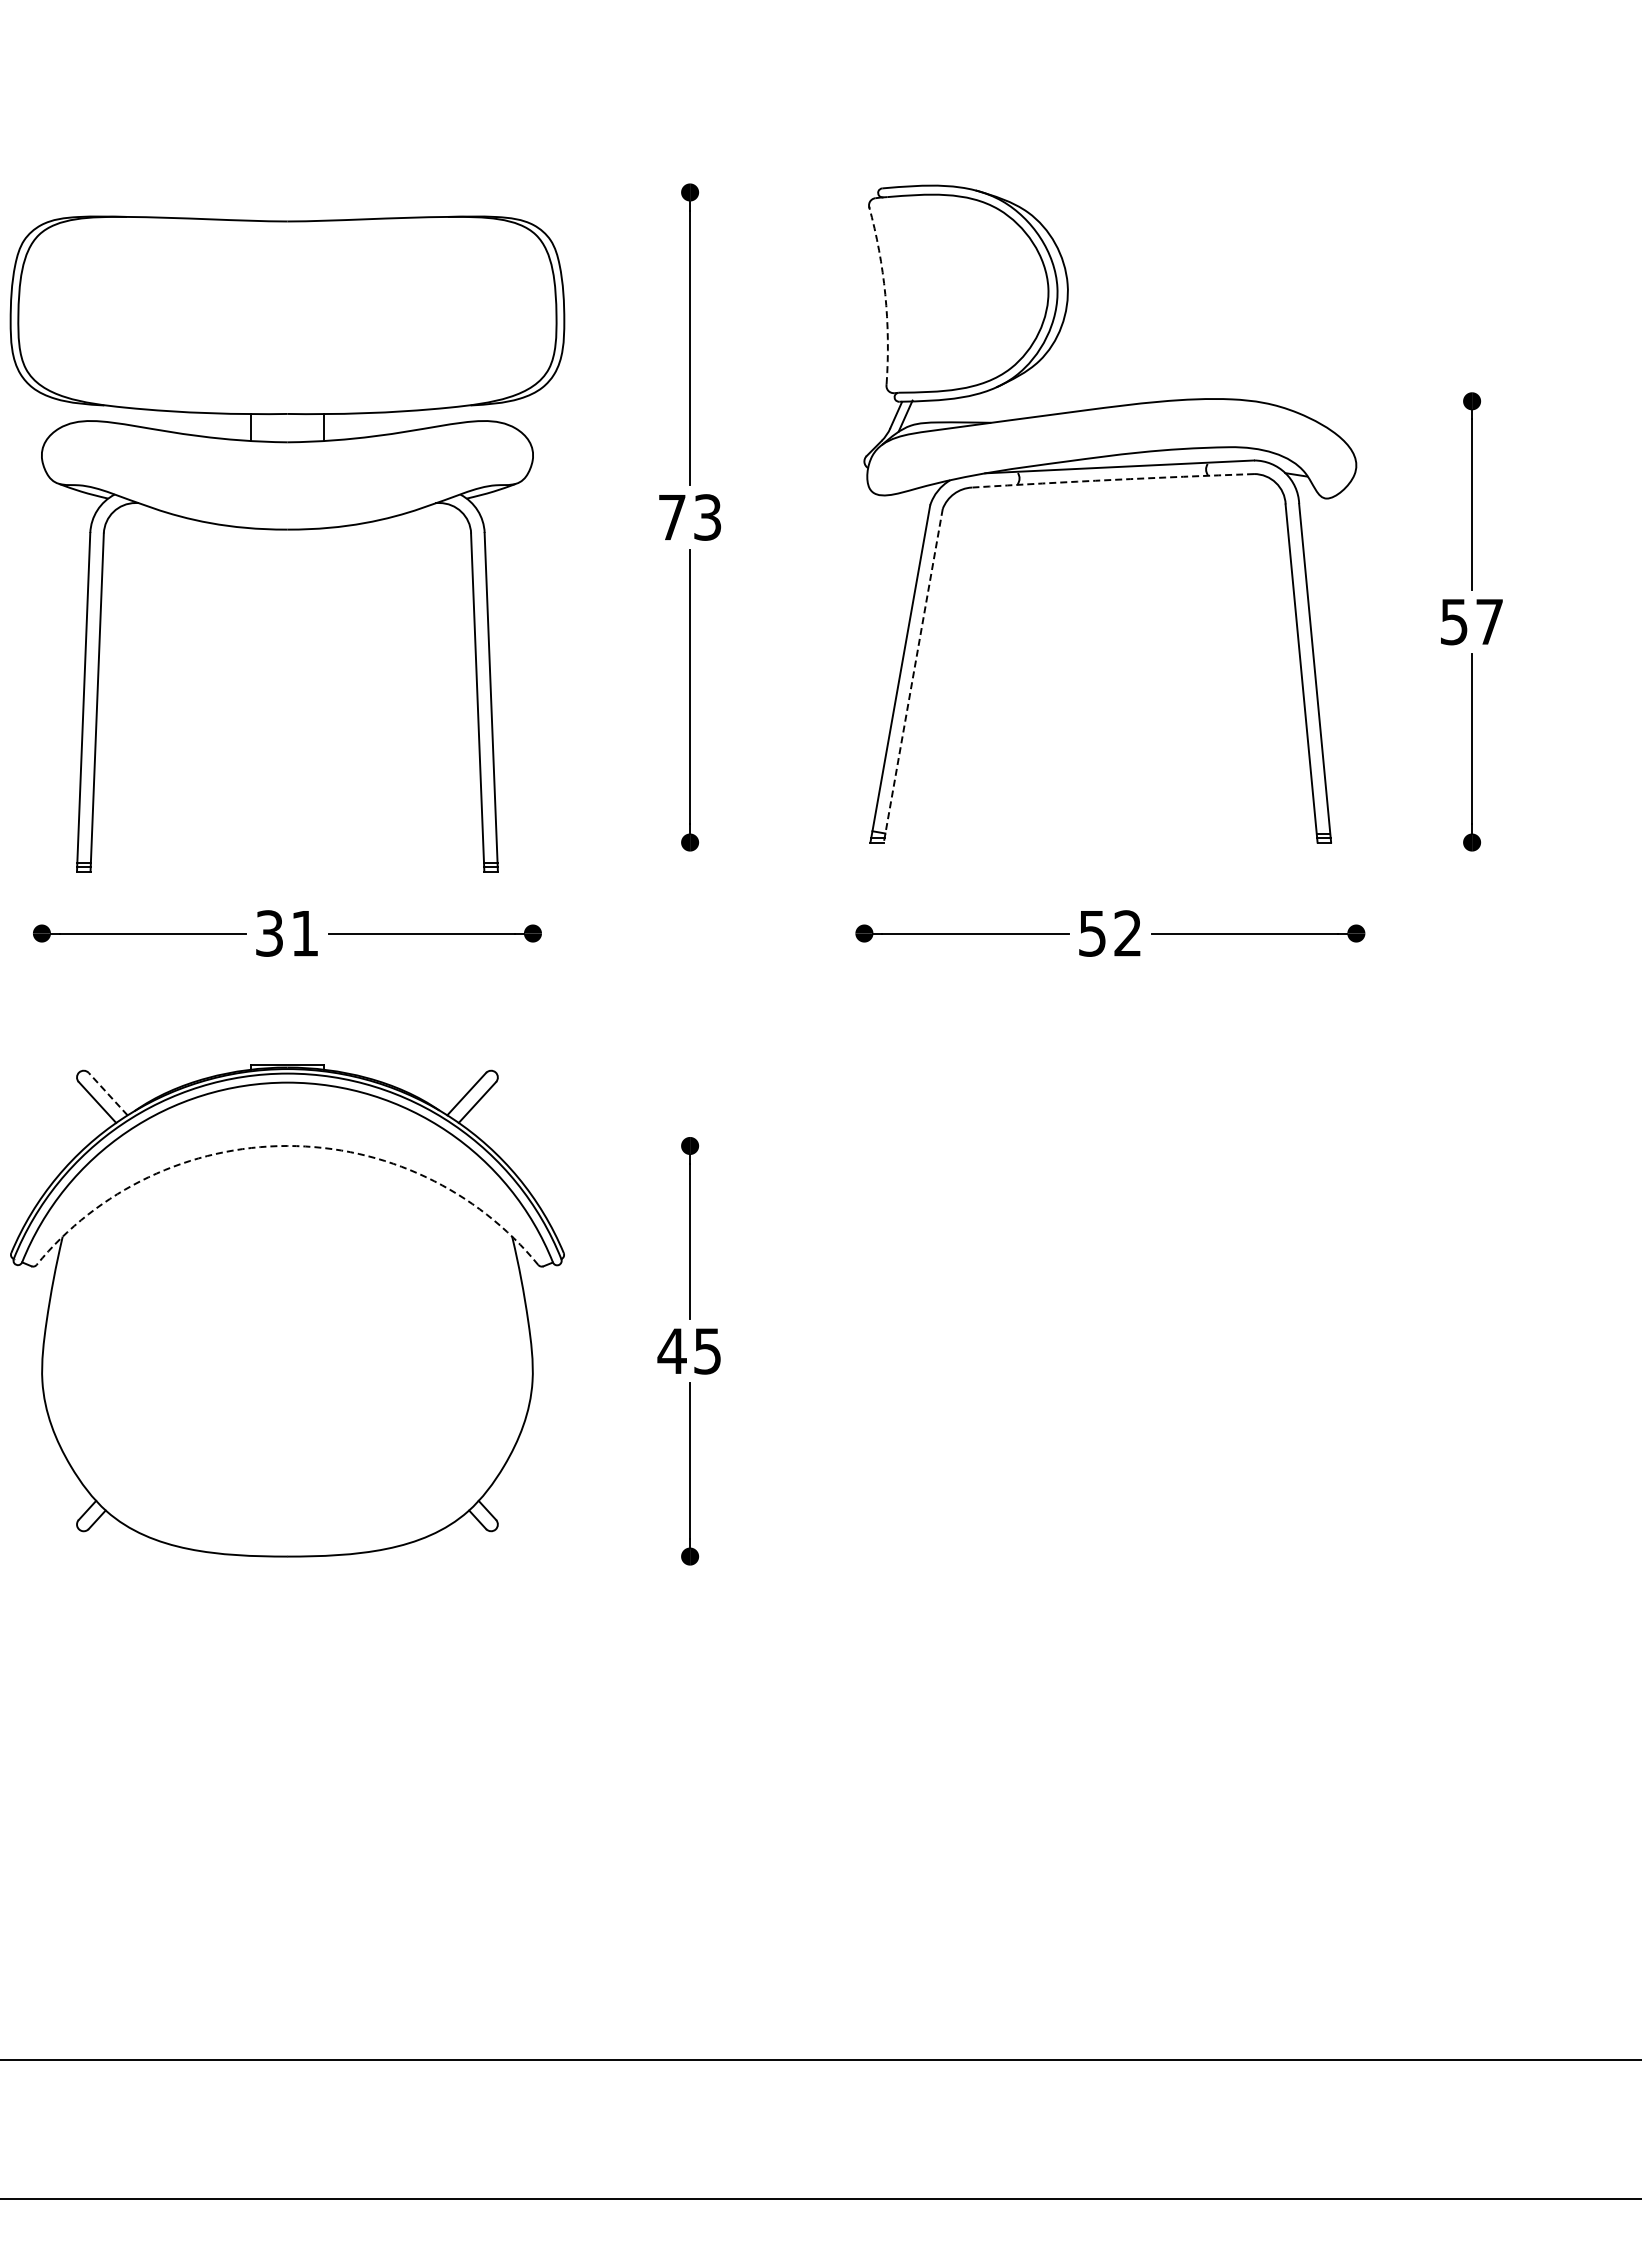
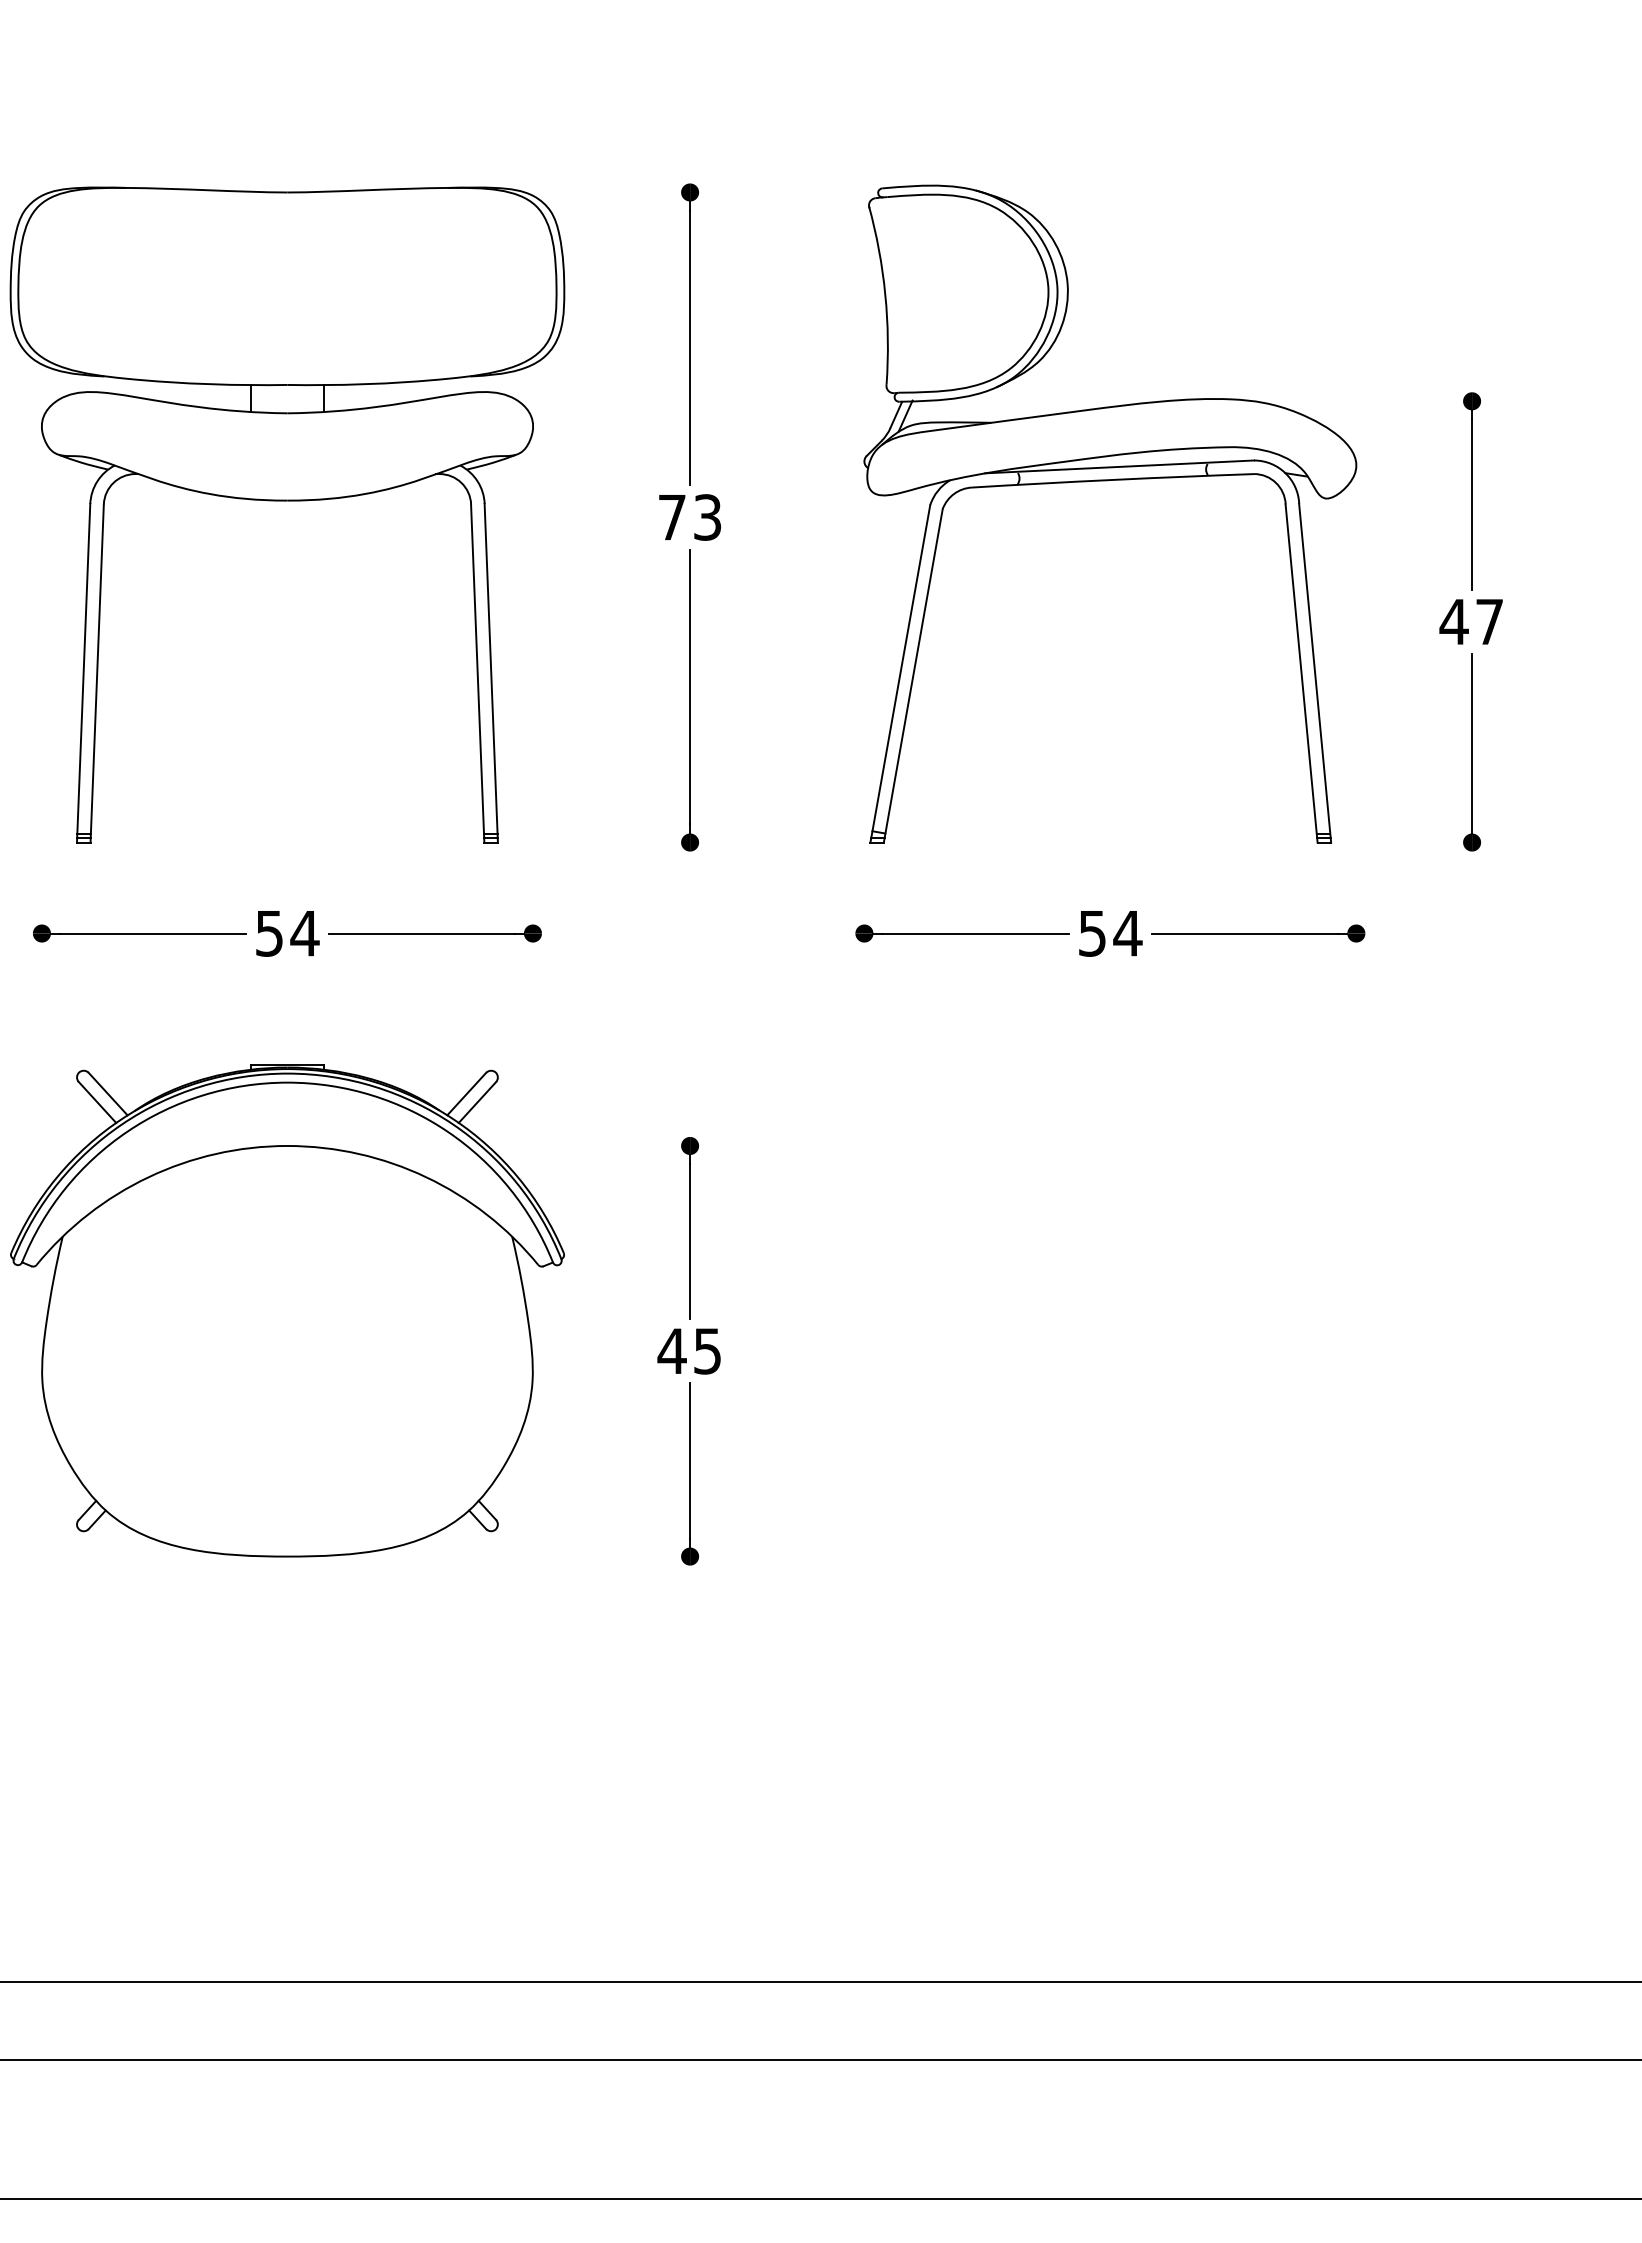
arc at (885, 294): dashed -> solid
arc at (1113, 479): dashed -> solid
part at (287, 530) position: (287, 530) -> (287, 501)
text at (1453, 622): 57 -> 47
line at (913, 676): dashed -> solid
text at (287, 933): 31 -> 54
text at (1127, 933): 52 -> 54
line at (108, 1094): dashed -> solid
arc at (287, 1145): dashed -> solid
line at (820, 1982): none -> present
